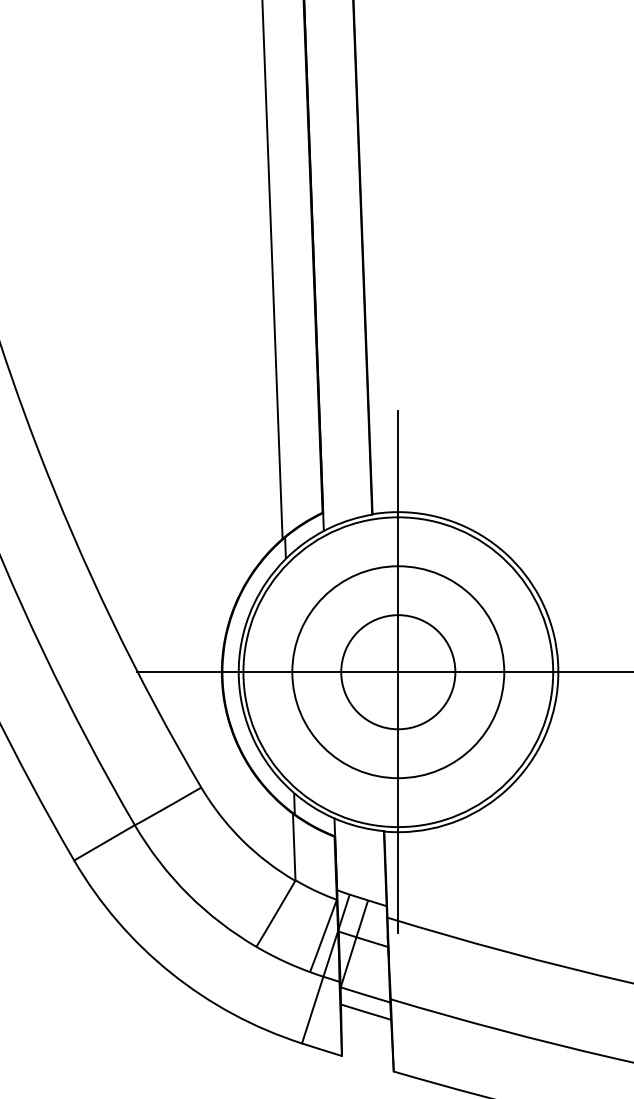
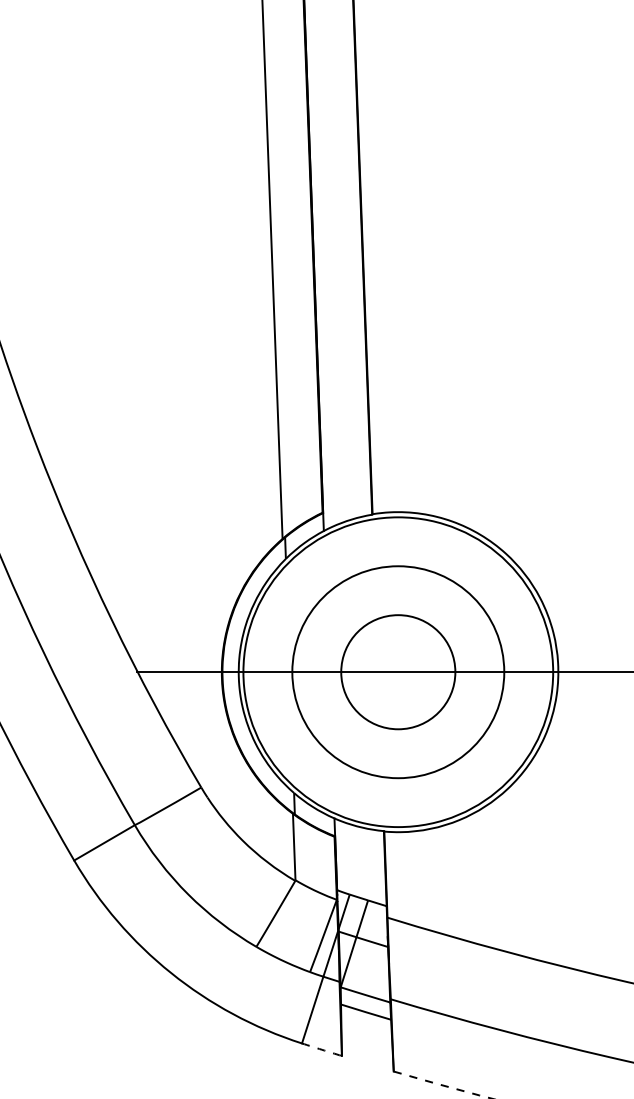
line at (398, 672): present -> none
arc at (321, 1049): solid -> dashed
arc at (444, 1085): solid -> dashed
